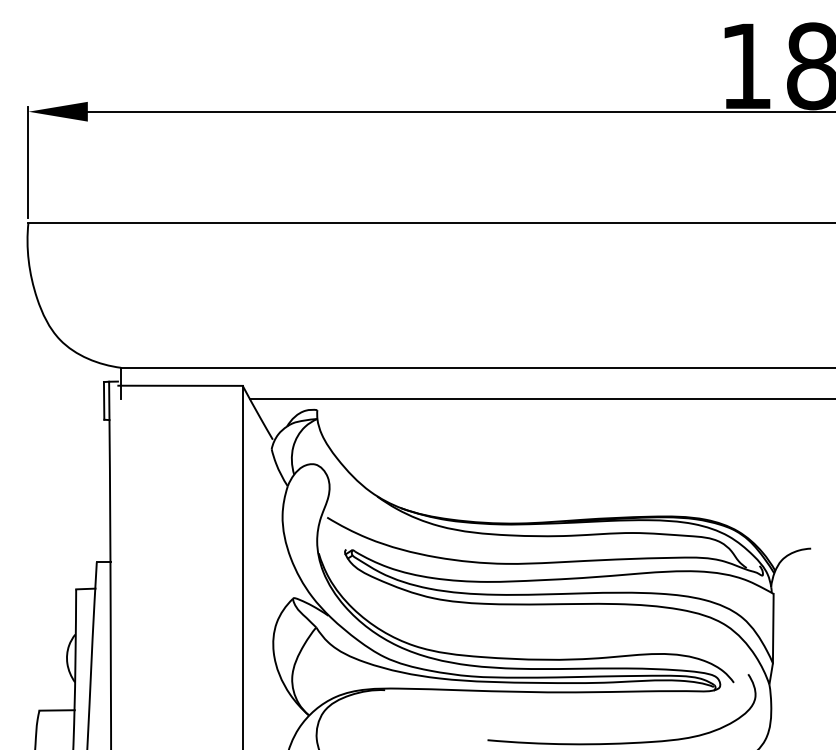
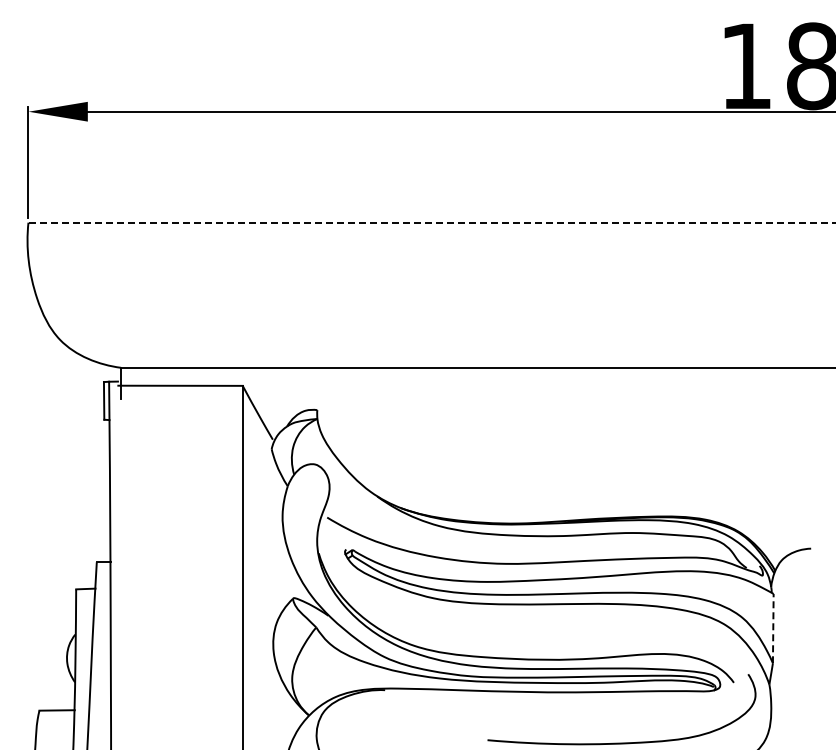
line at (431, 222): solid -> dashed
line at (540, 398): present -> none
line at (773, 628): solid -> dashed
